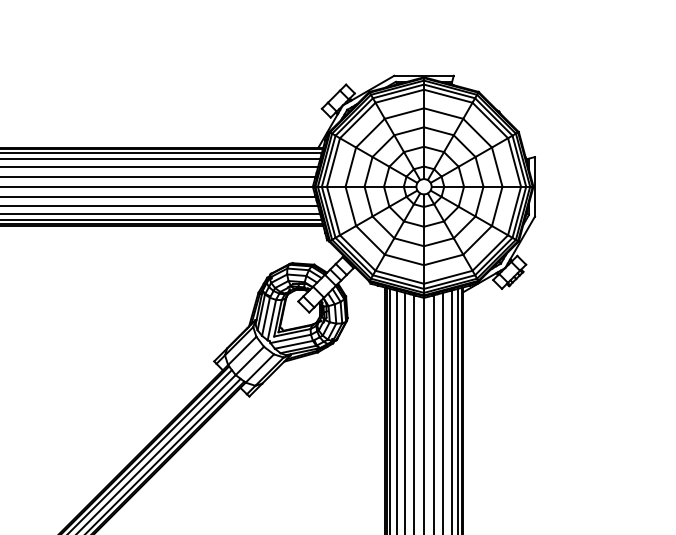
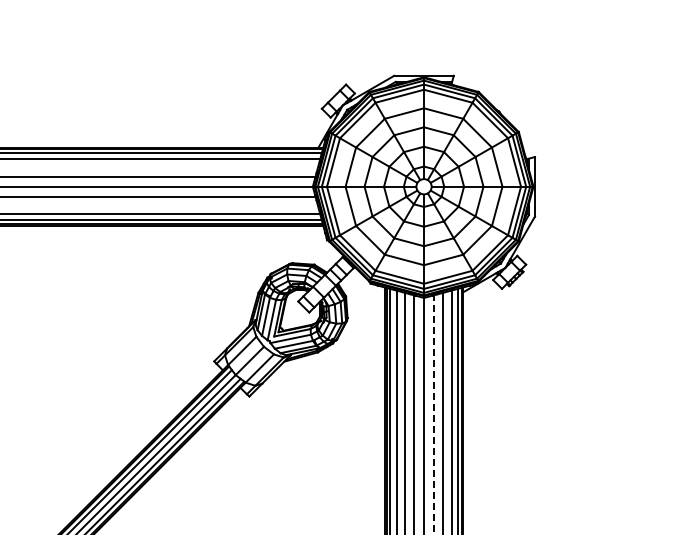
line at (160, 167): present -> none
line at (160, 206): present -> none
line at (434, 414): solid -> dashed
